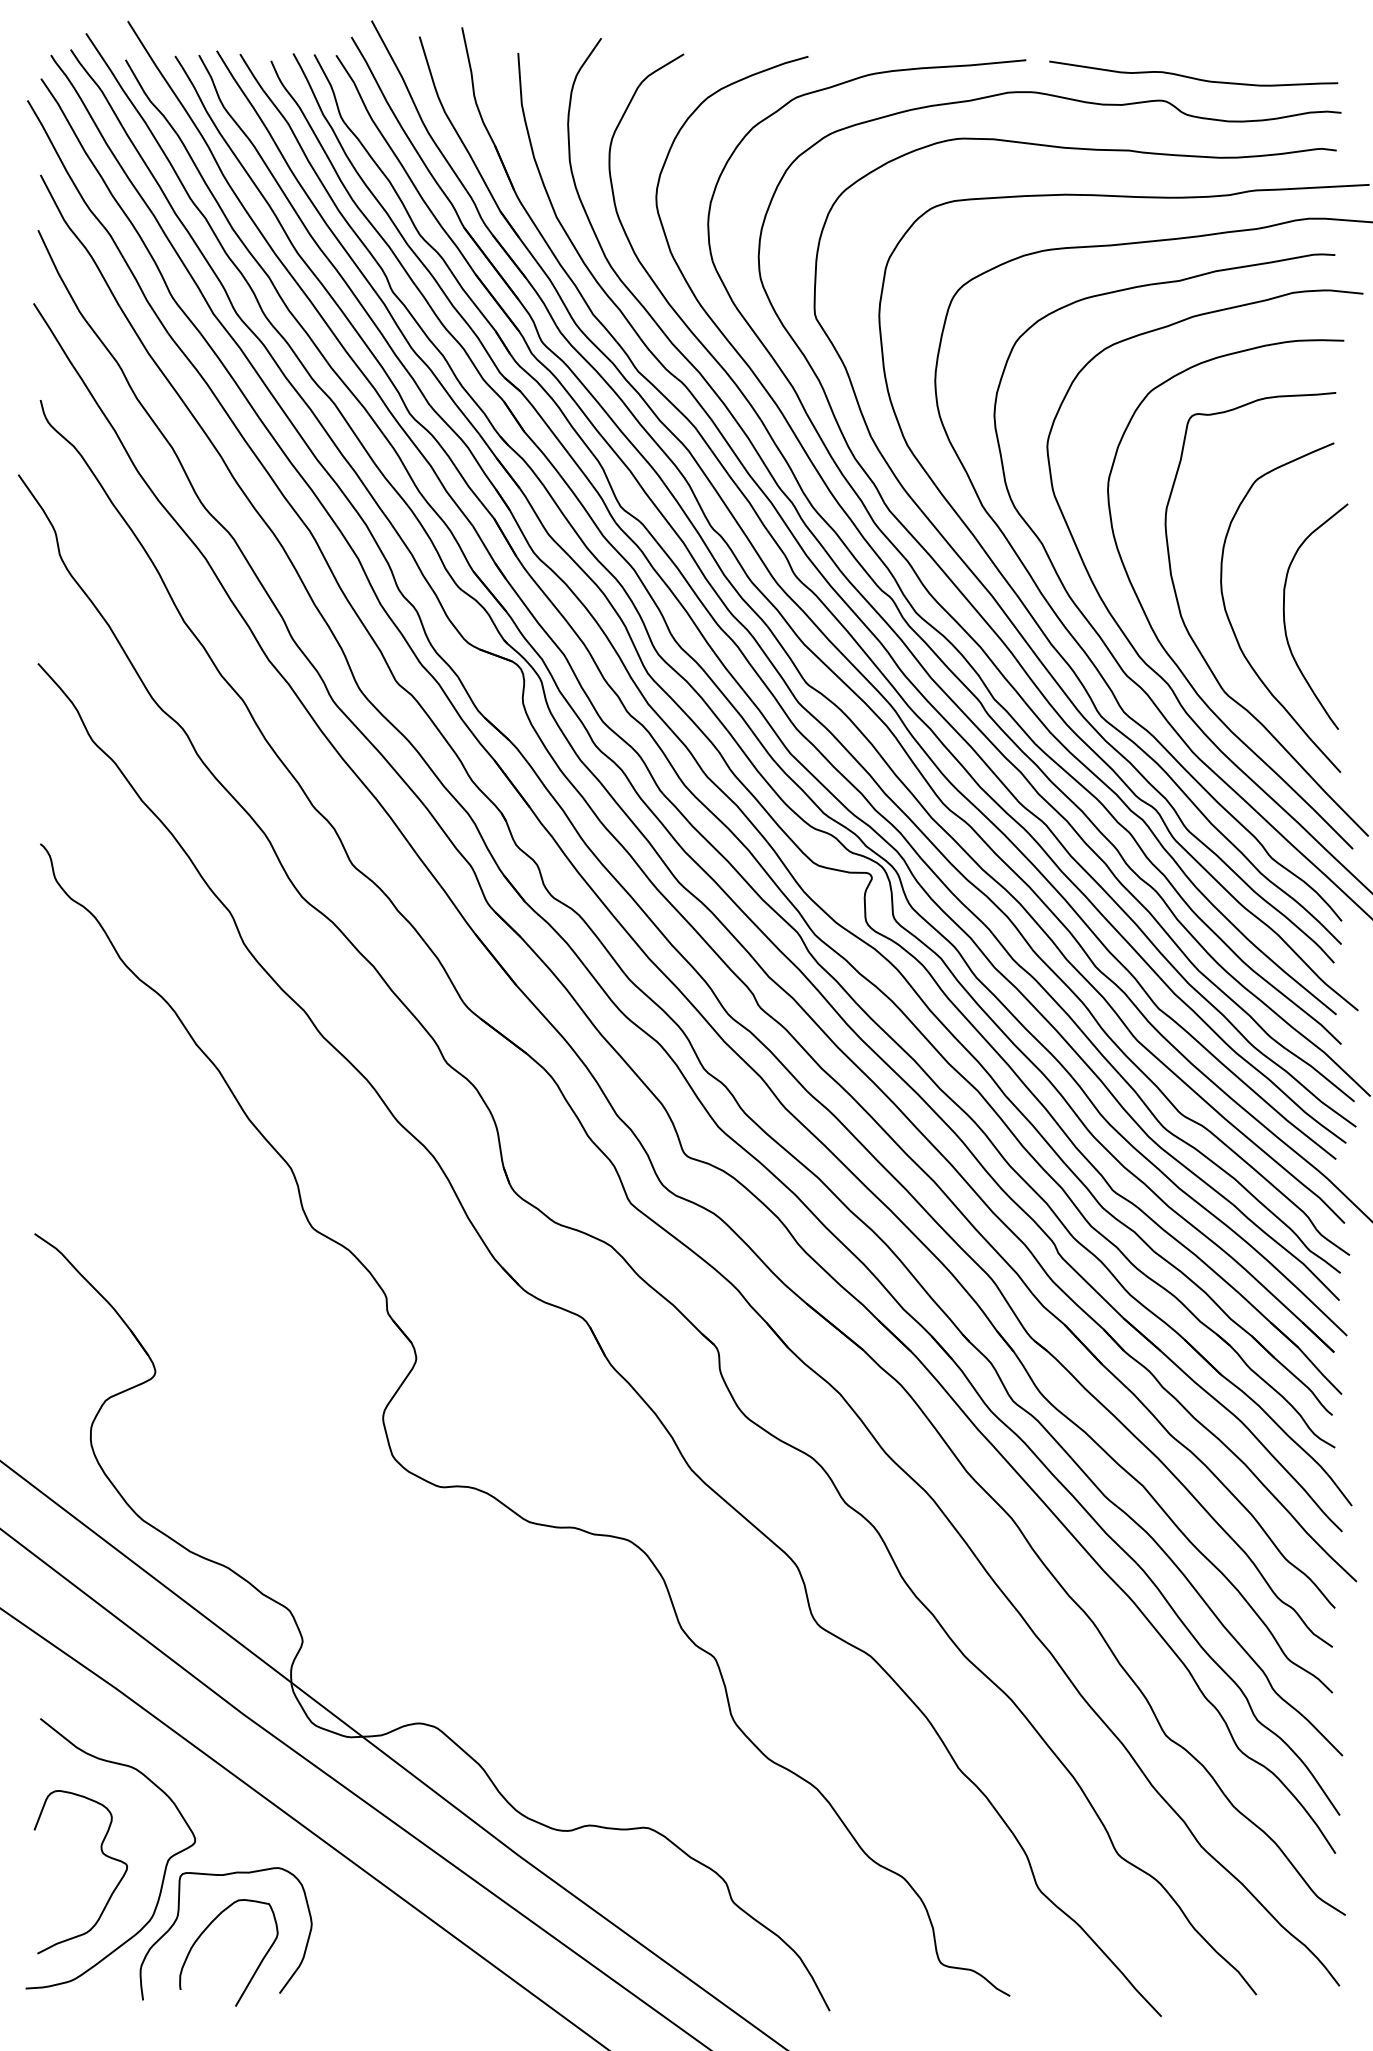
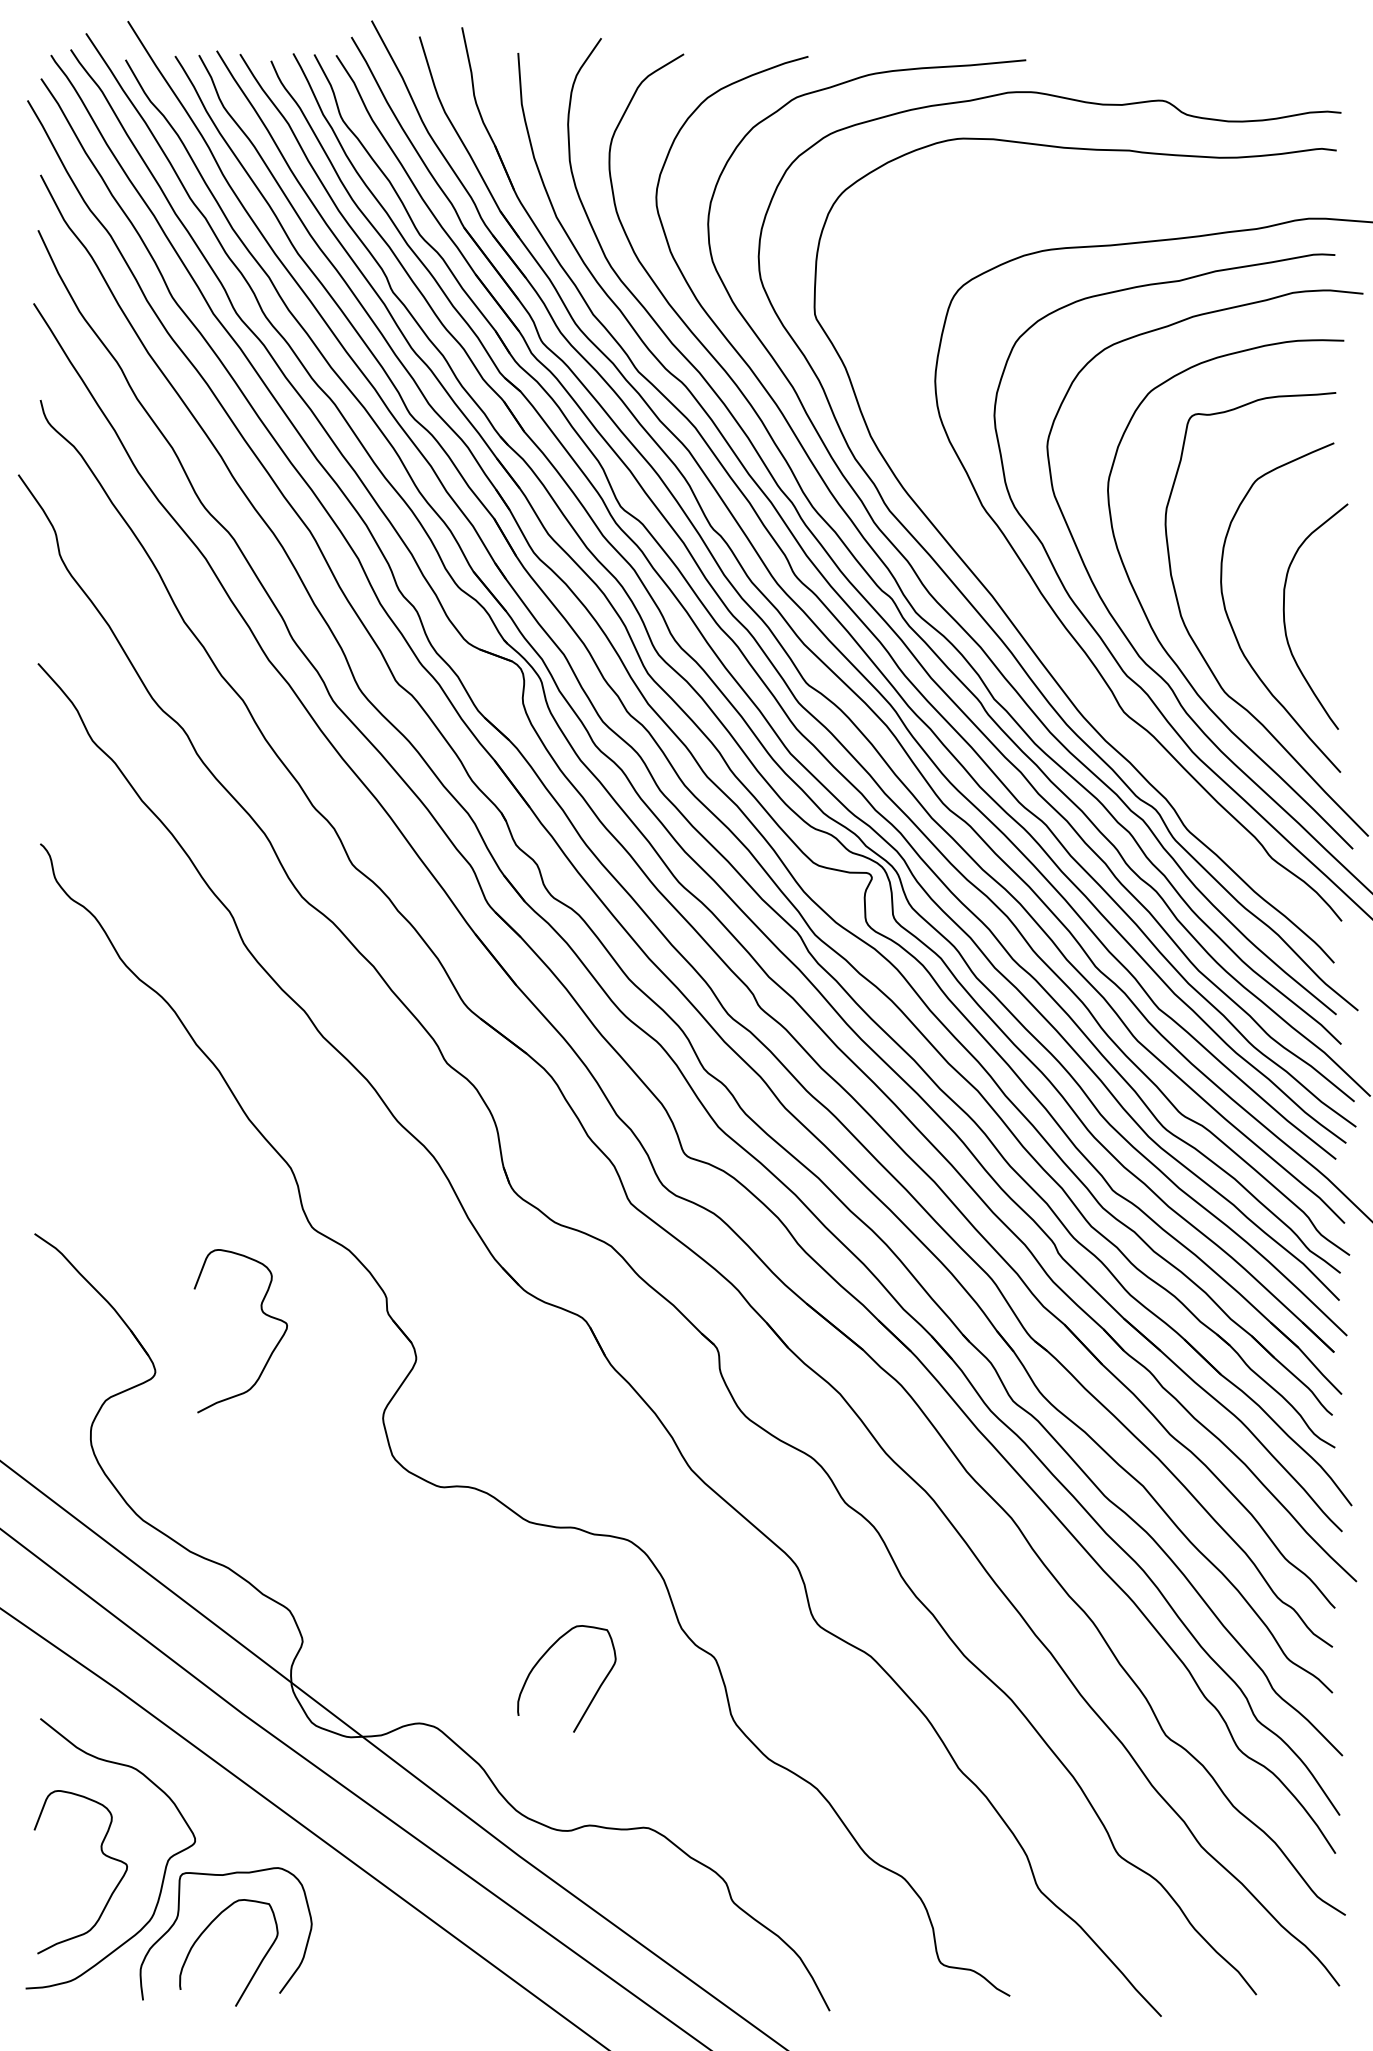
curve at (1193, 77): present -> none
curve at (1037, 622): present -> none
curve at (261, 1311): none -> present
curve at (542, 1658): none -> present
